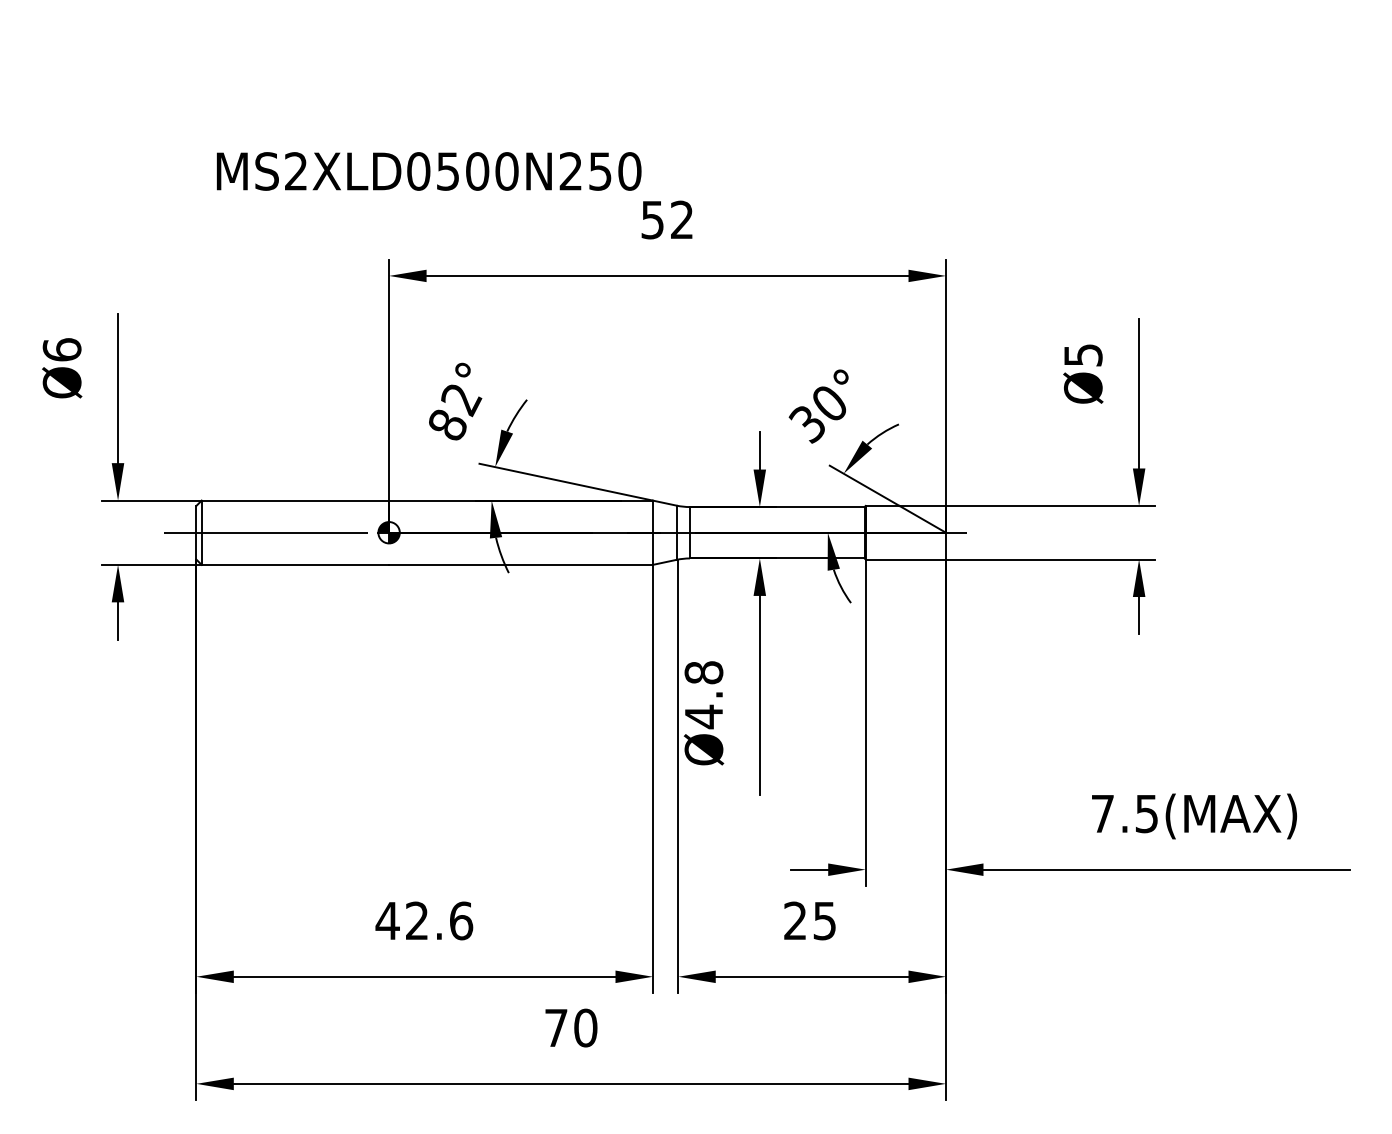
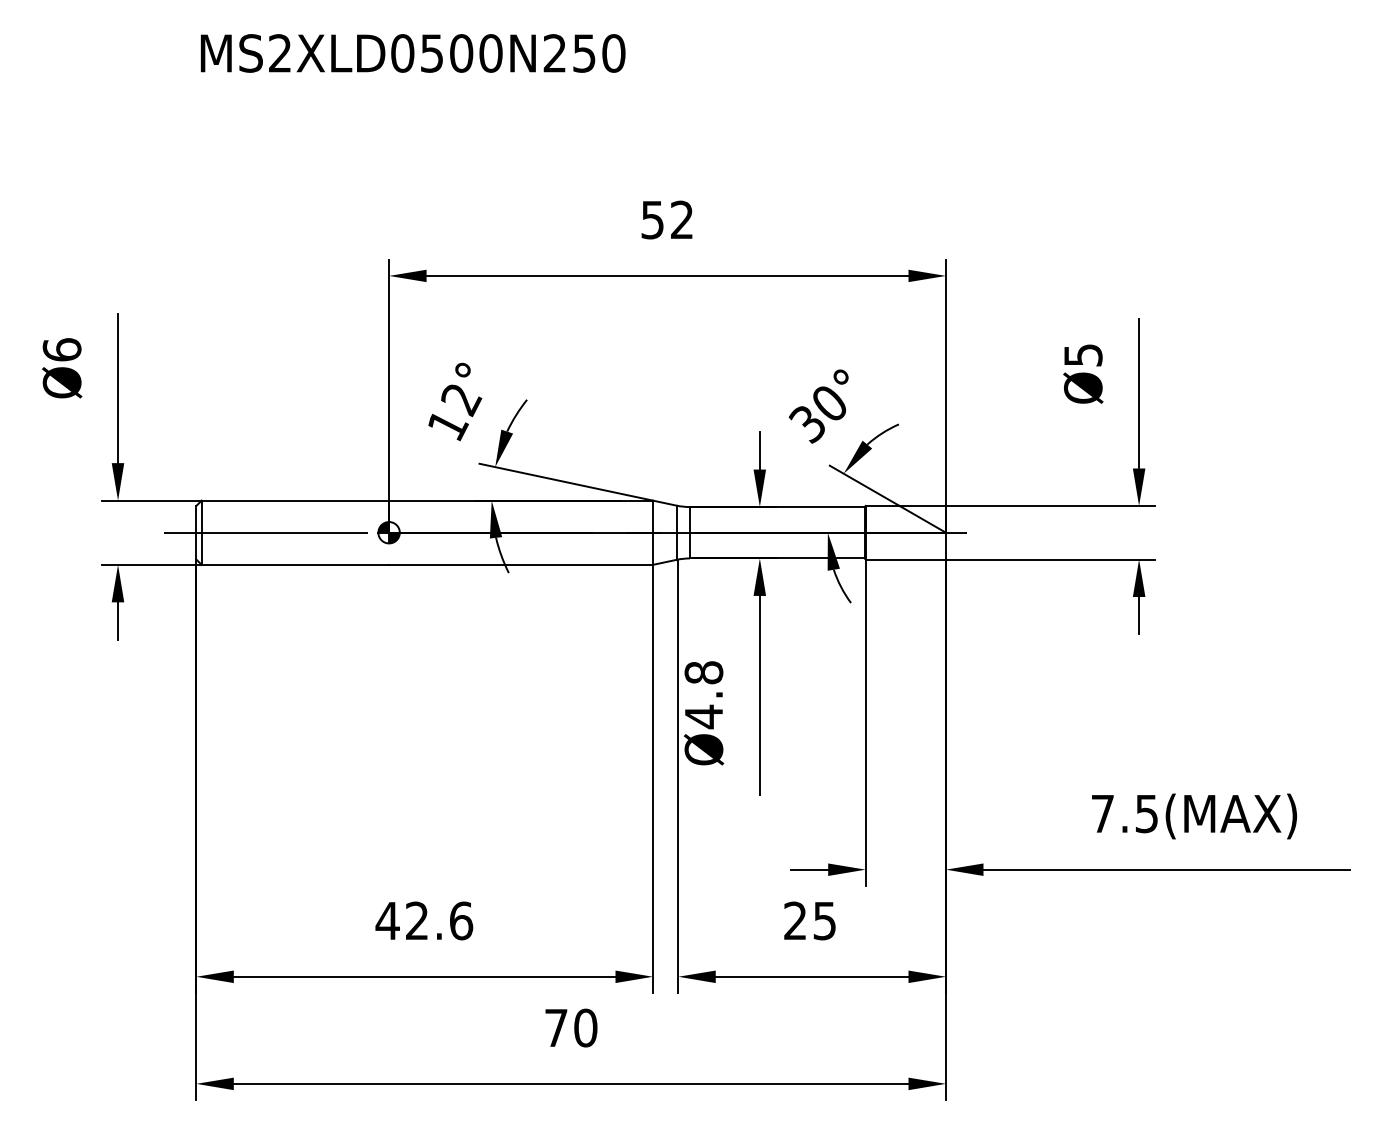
text at (429, 171) position: (429, 171) -> (413, 53)
text at (448, 425): 82° -> 12°
